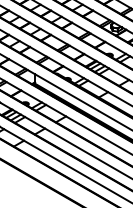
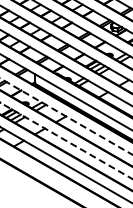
line at (65, 116): solid -> dashed
line at (65, 140): solid -> dashed
